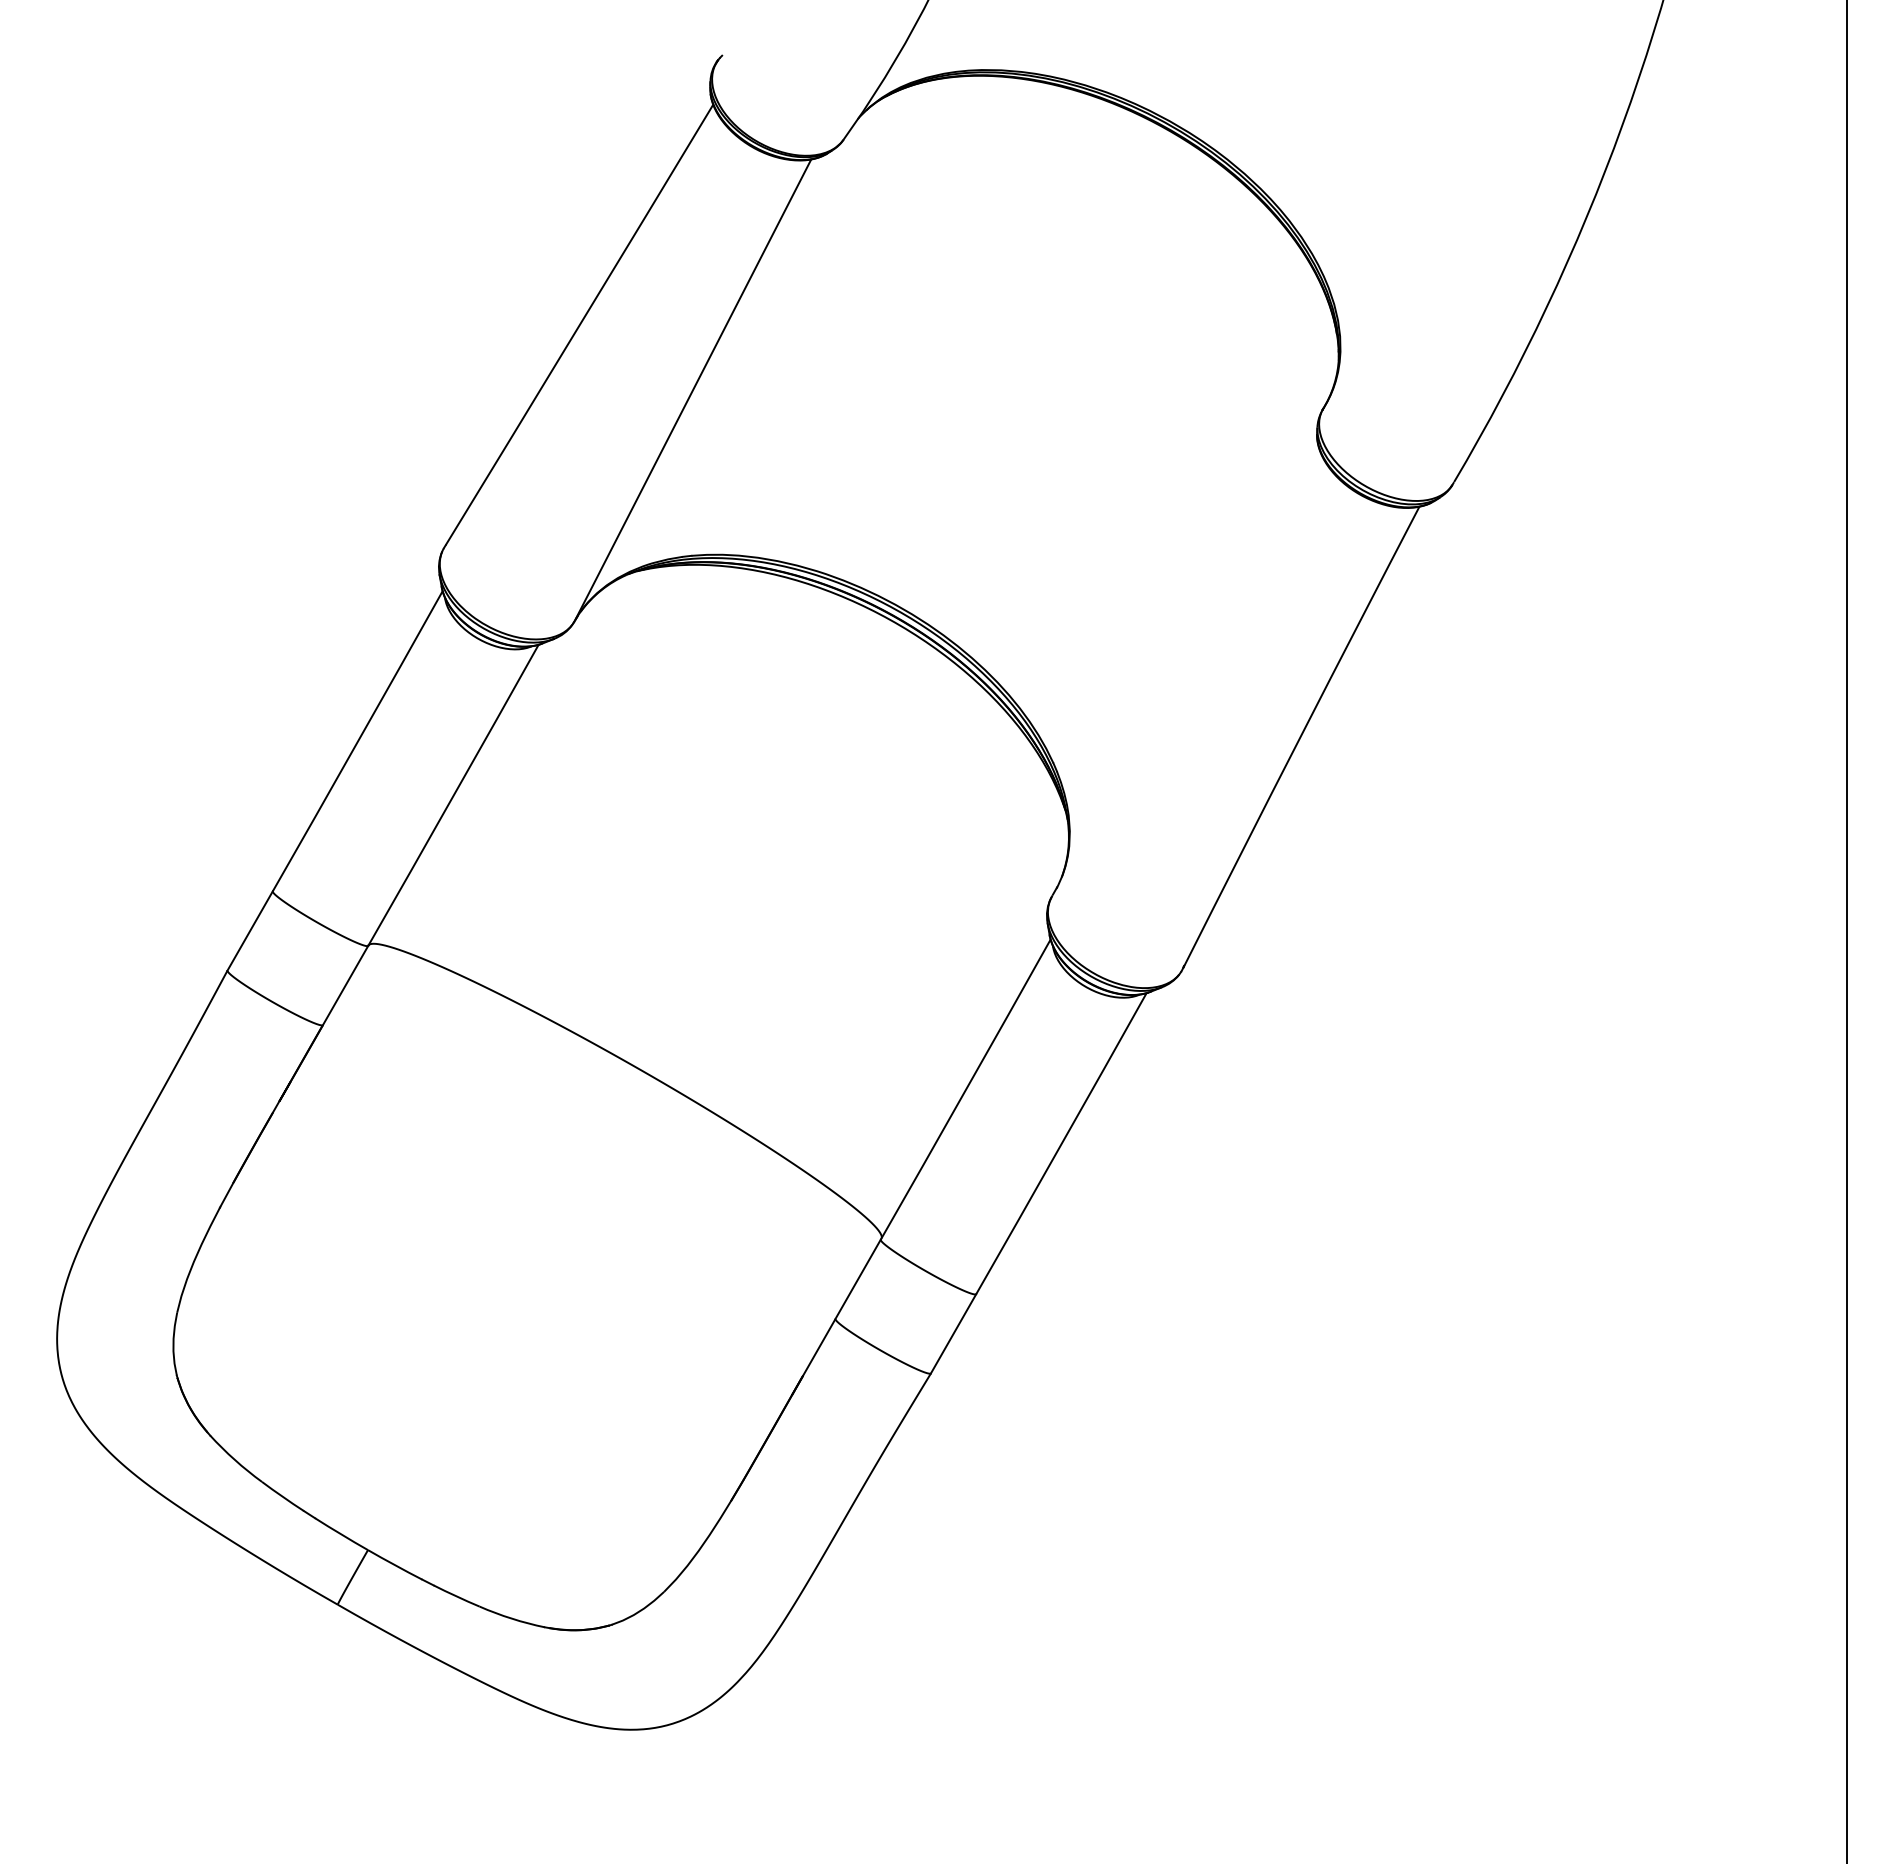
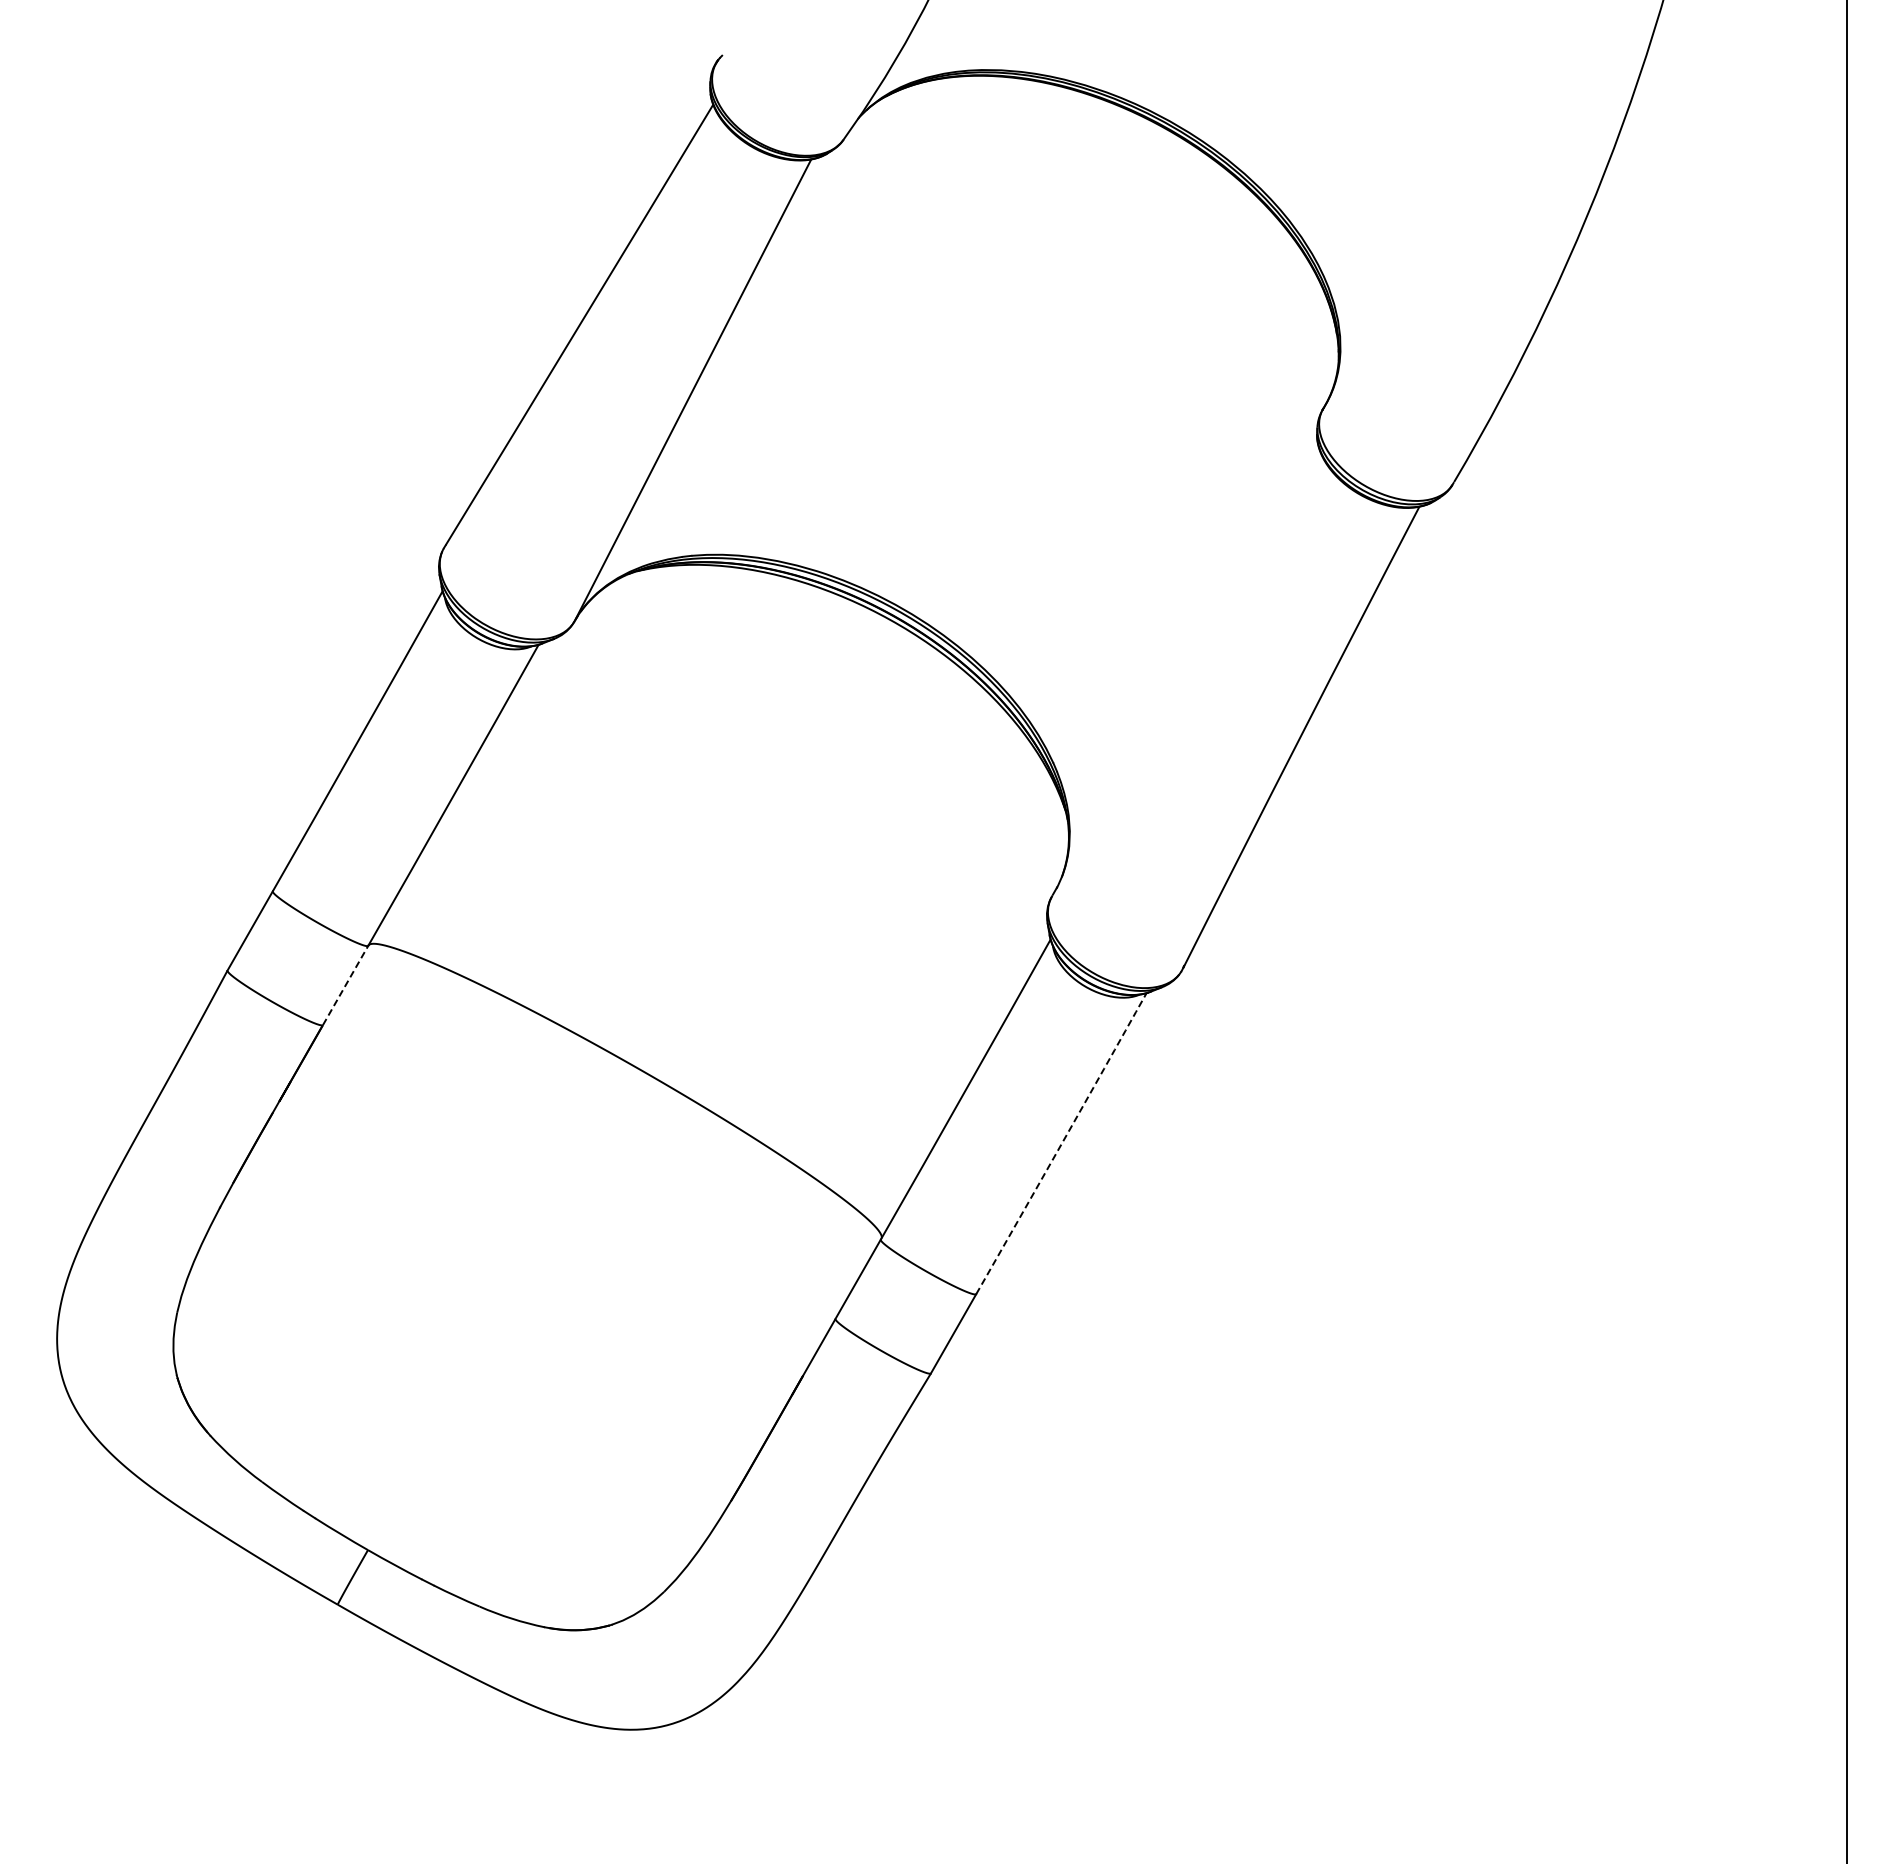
line at (345, 985): solid -> dashed
arc at (1061, 1143): solid -> dashed
